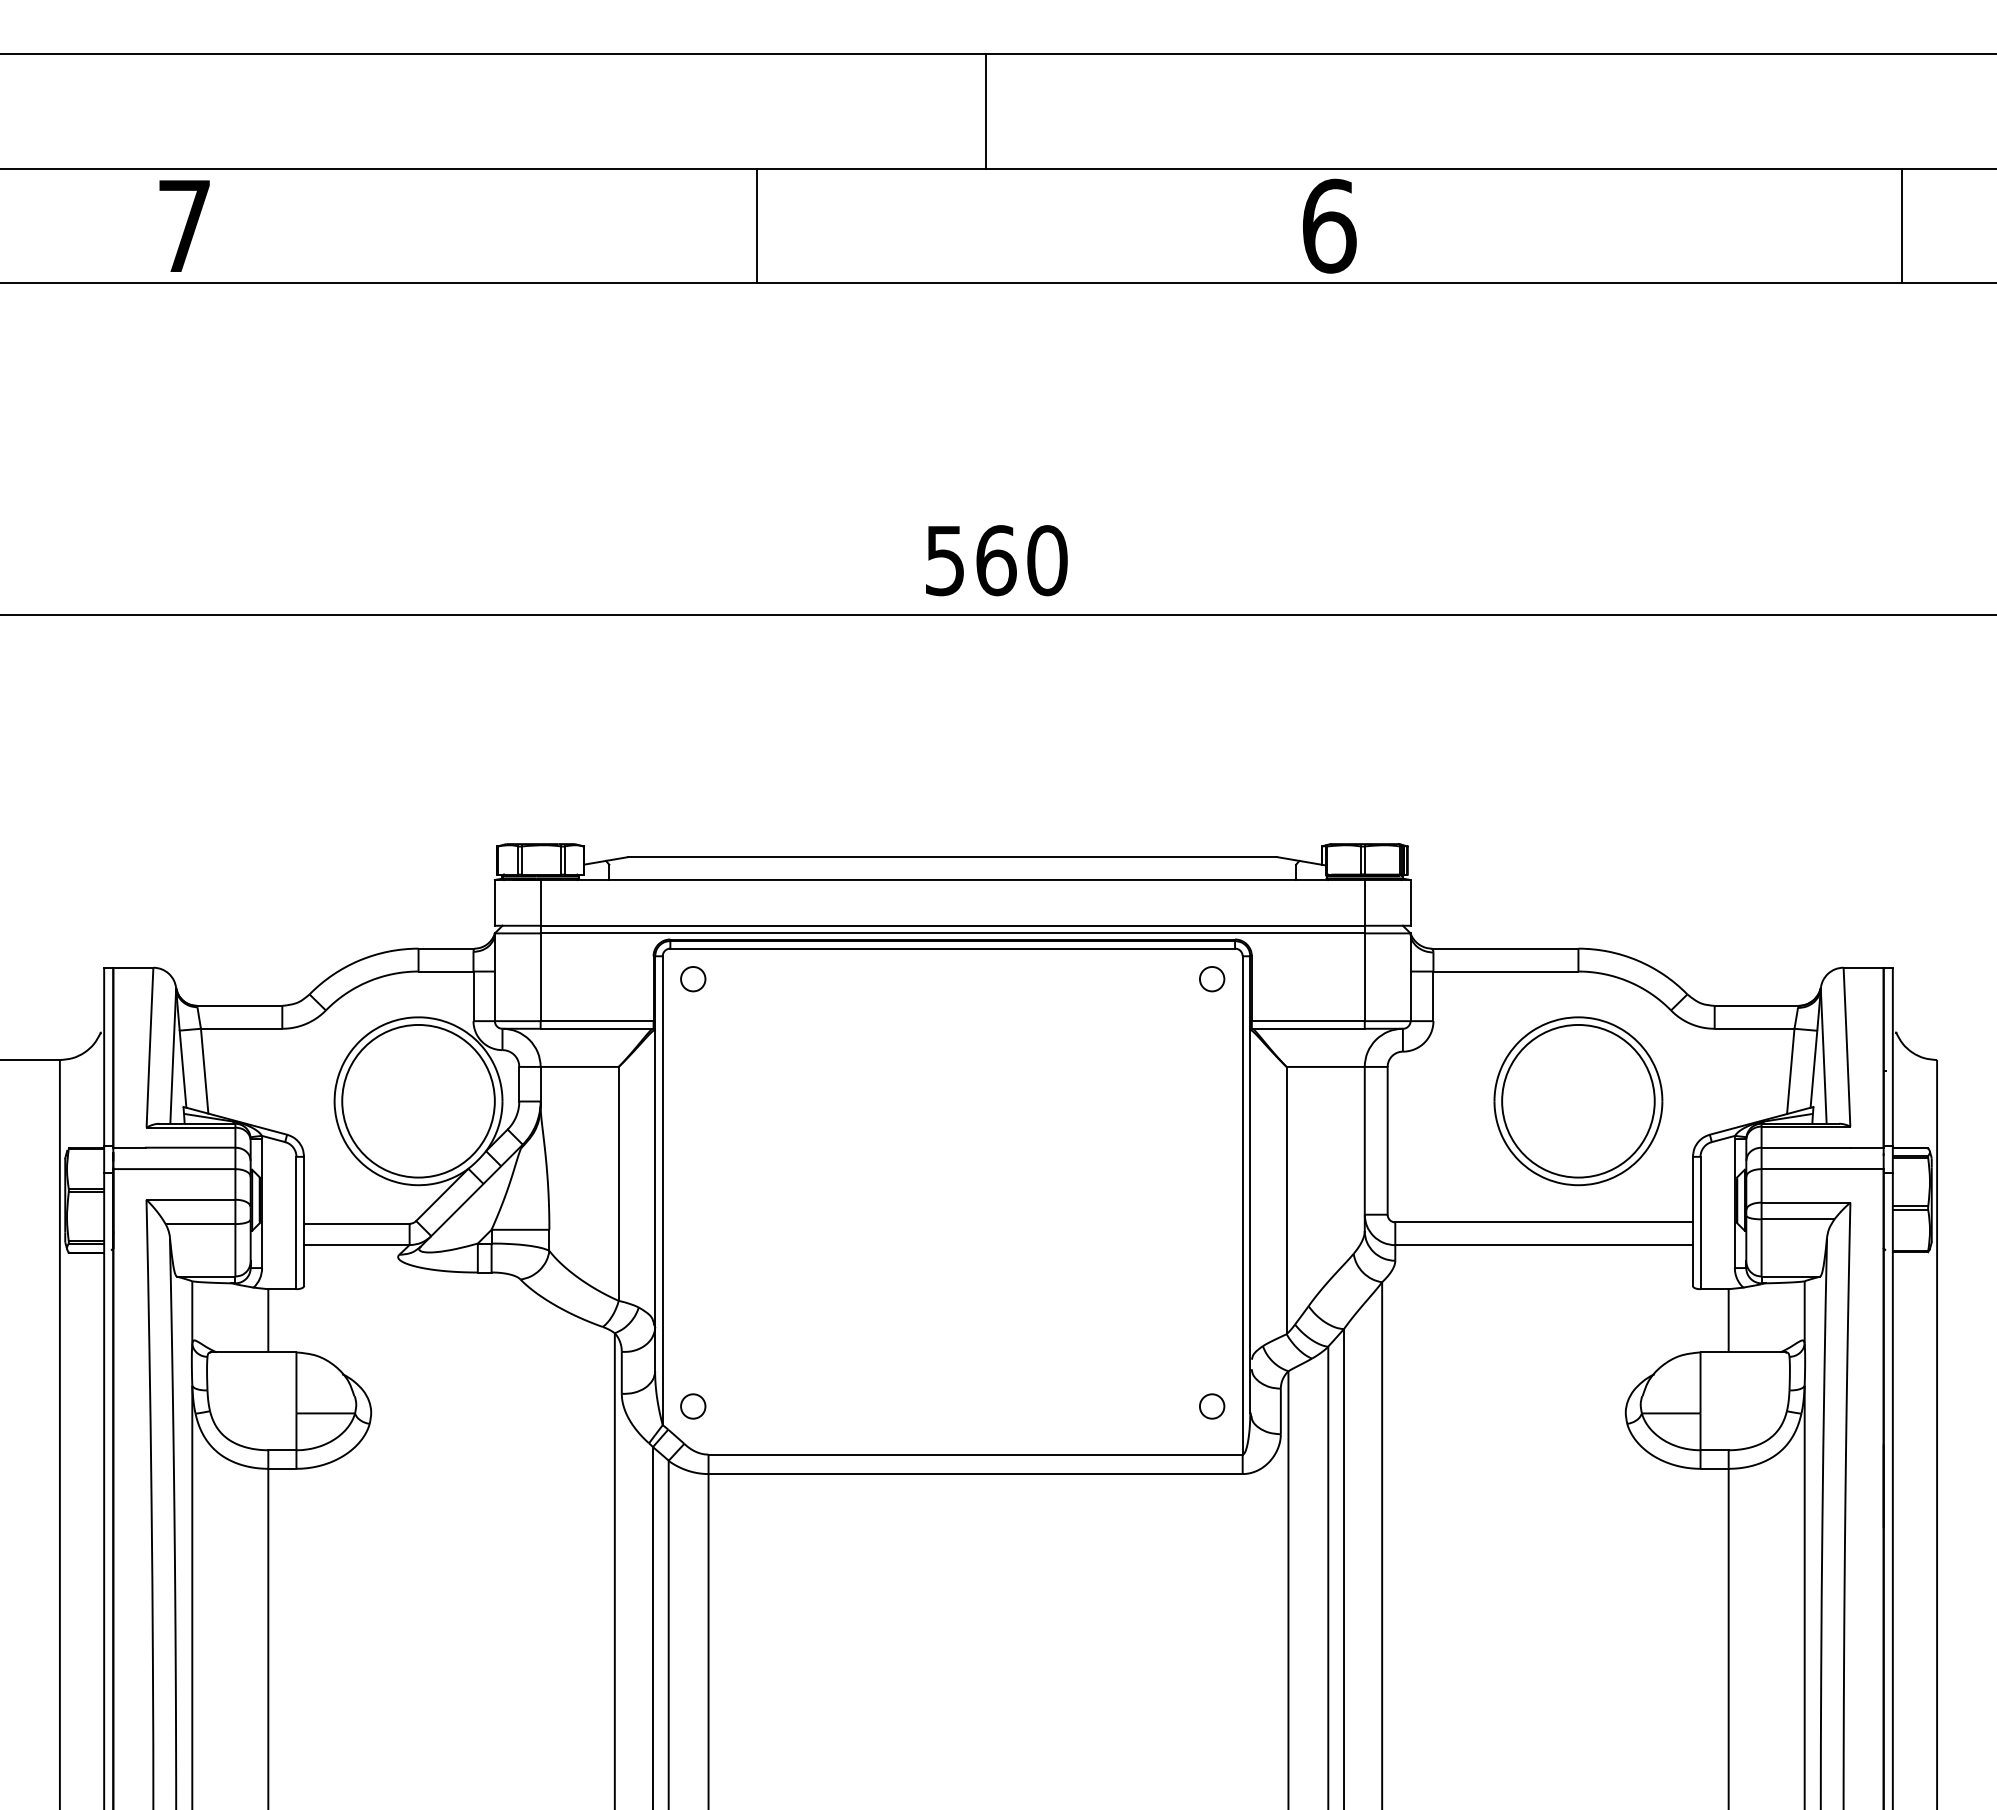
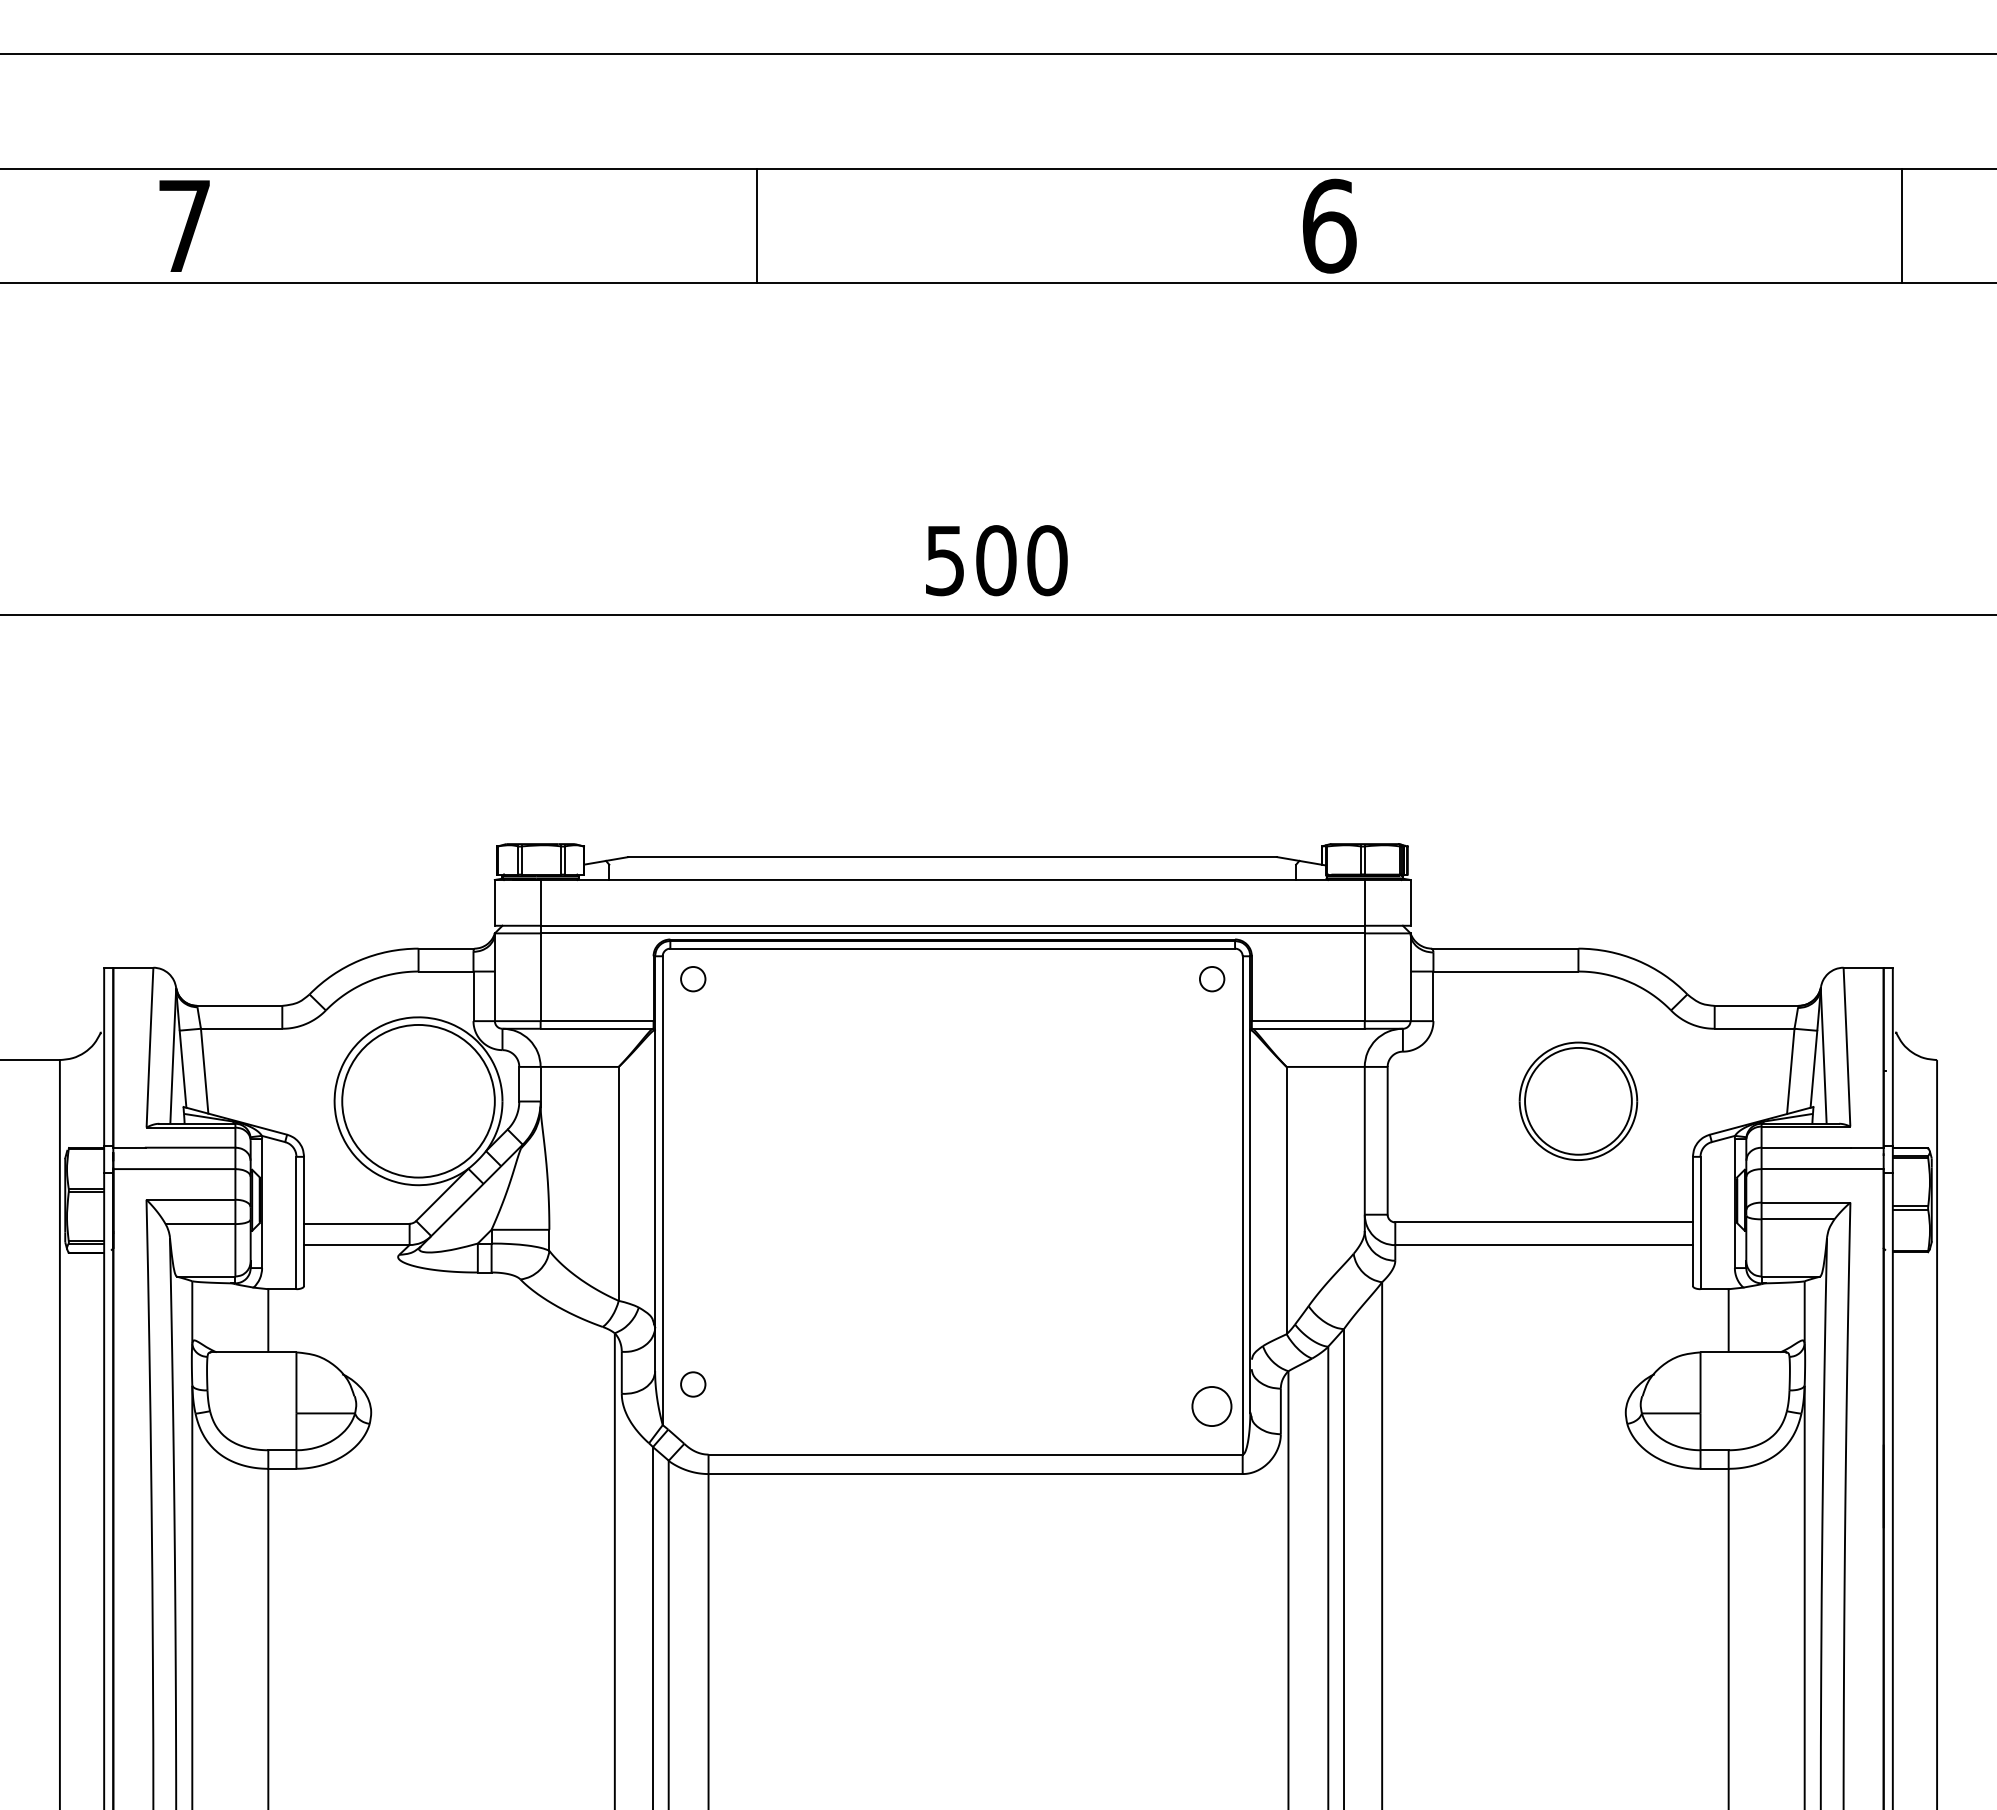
line at (986, 111): present -> none
text at (996, 560): 560 -> 500
part at (1578, 1101) size: 171x171 px -> 121x120 px
part at (693, 1406) position: (693, 1406) -> (693, 1384)
part at (1212, 1406) size: 27x27 px -> 42x41 px
